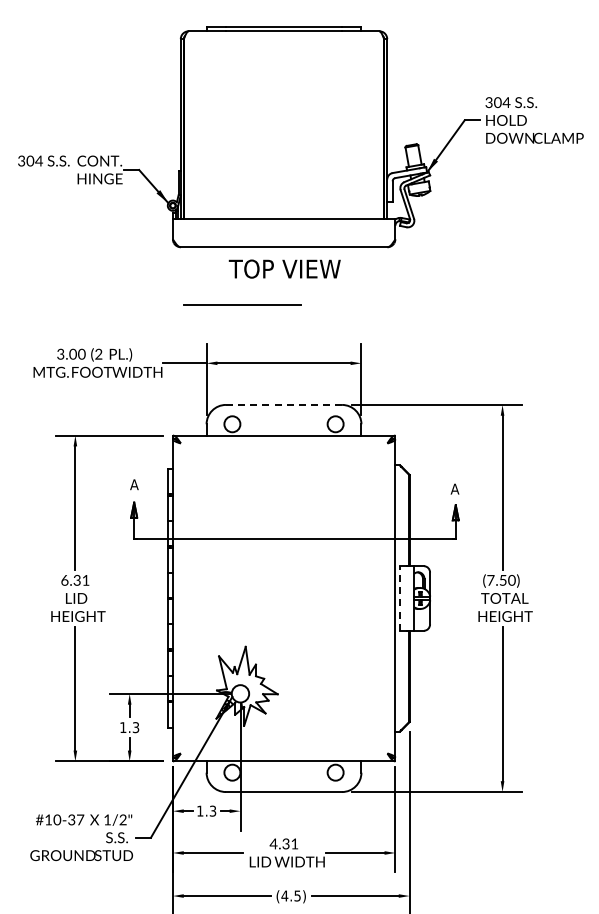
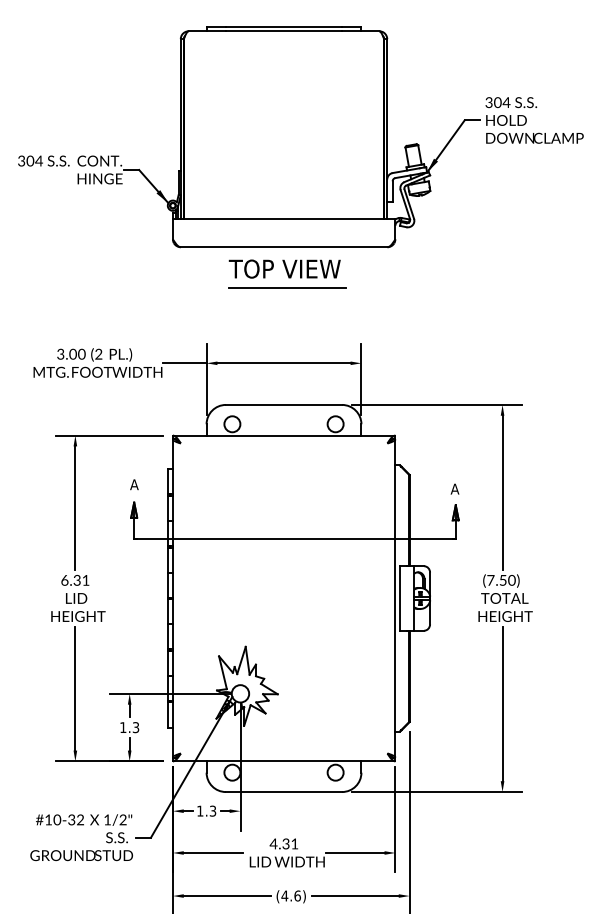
line at (242, 304) position: (242, 304) -> (287, 287)
line at (284, 404): dashed -> solid
line at (400, 597): dashed -> solid
text at (80, 819): #10-37 -> #10-32
text at (297, 895): (4.5) -> (4.6)
